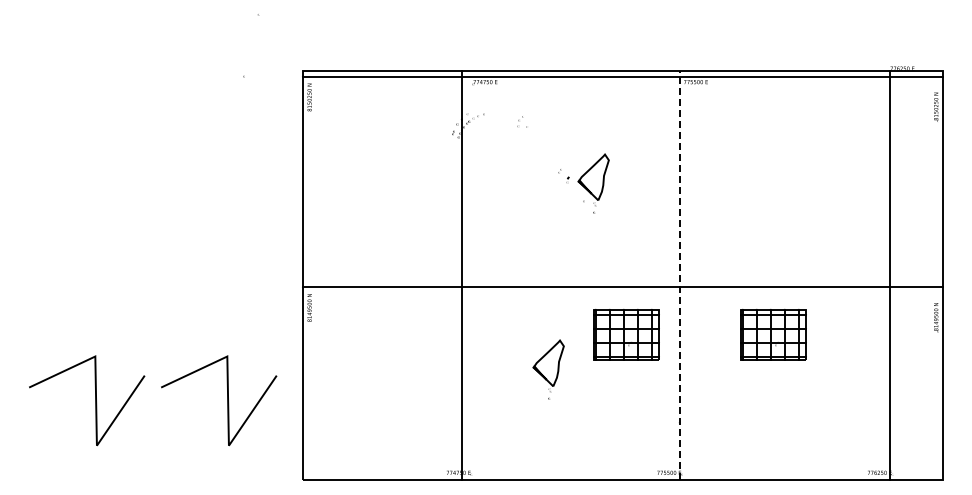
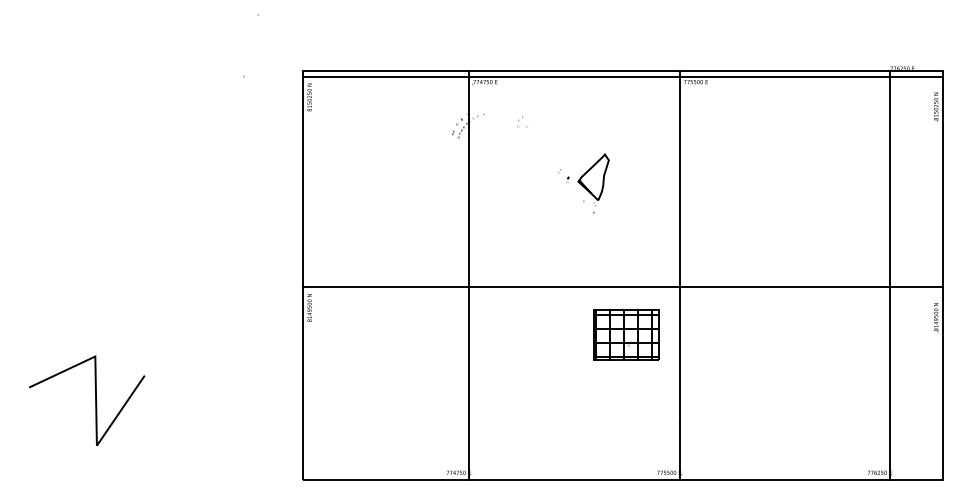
line at (462, 275) position: (462, 275) -> (469, 275)
line at (679, 275): dashed -> solid
part at (773, 334): present -> none
part at (548, 369): present -> none
line at (227, 400): present -> none
